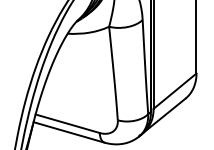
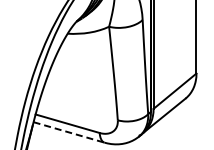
line at (69, 132): solid -> dashed
